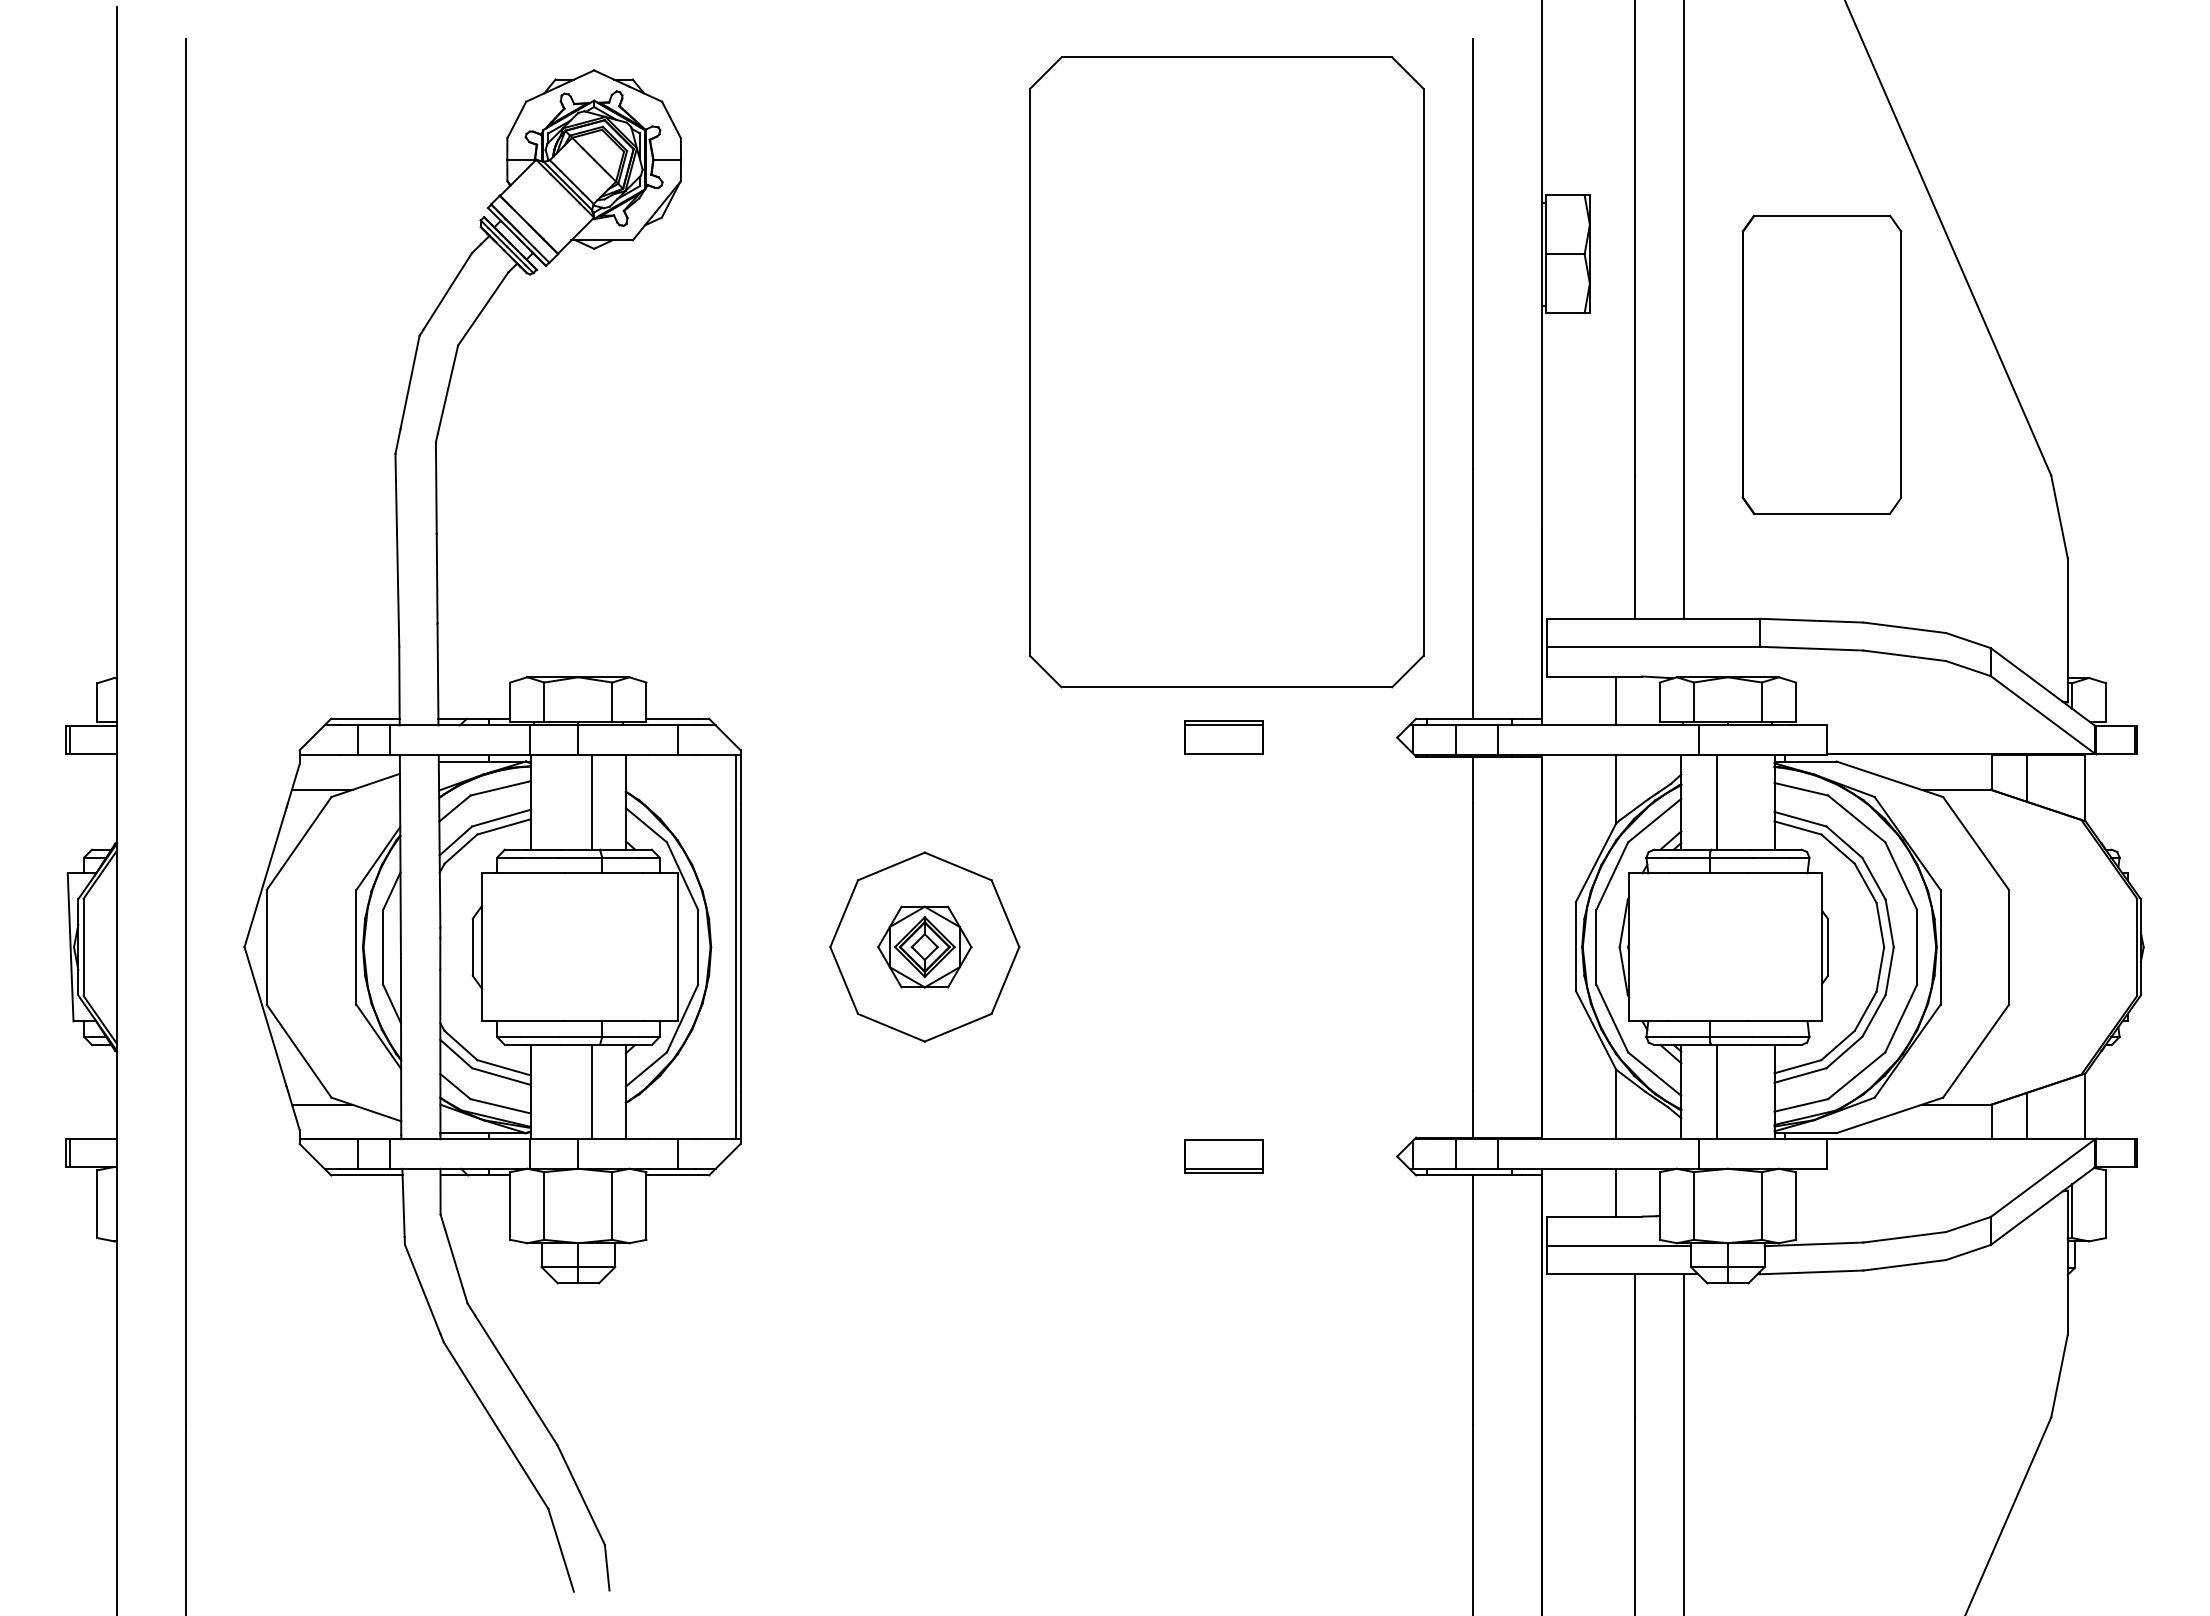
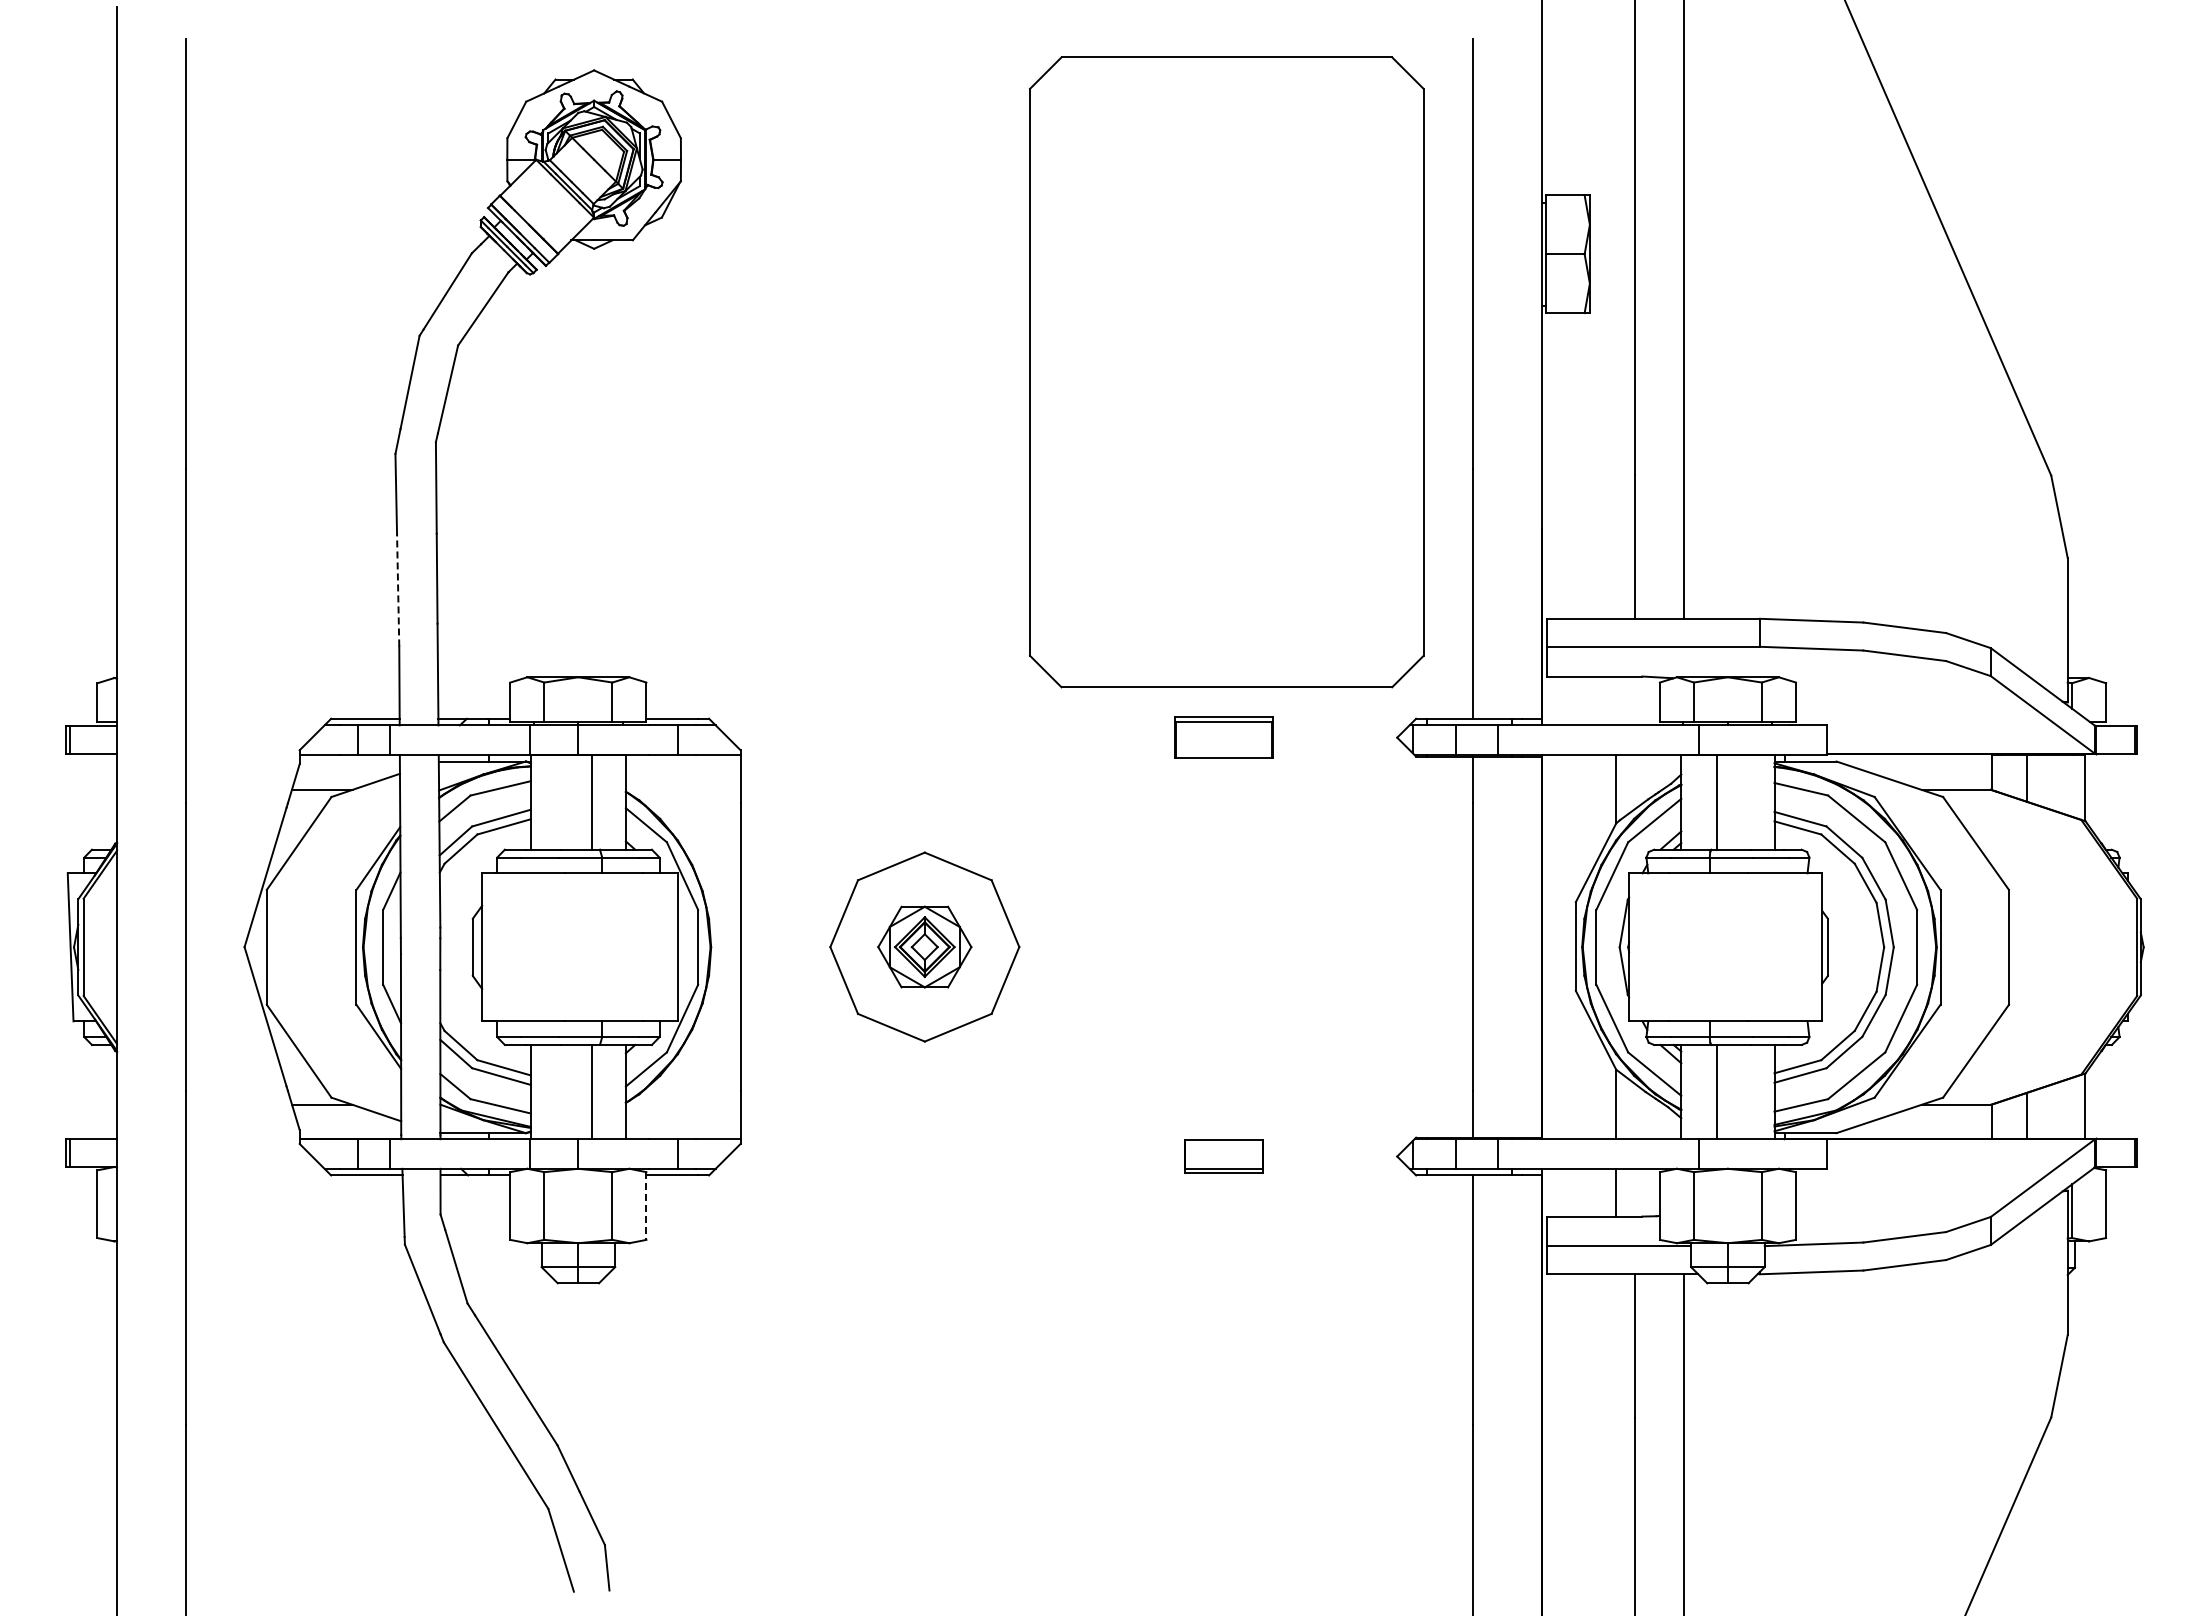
part at (1821, 364): present -> none
line at (398, 590): solid -> dashed
line at (1616, 700): present -> none
part at (1223, 737) size: 80x35 px -> 100x43 px
line at (735, 947): present -> none
line at (646, 1206): solid -> dashed
